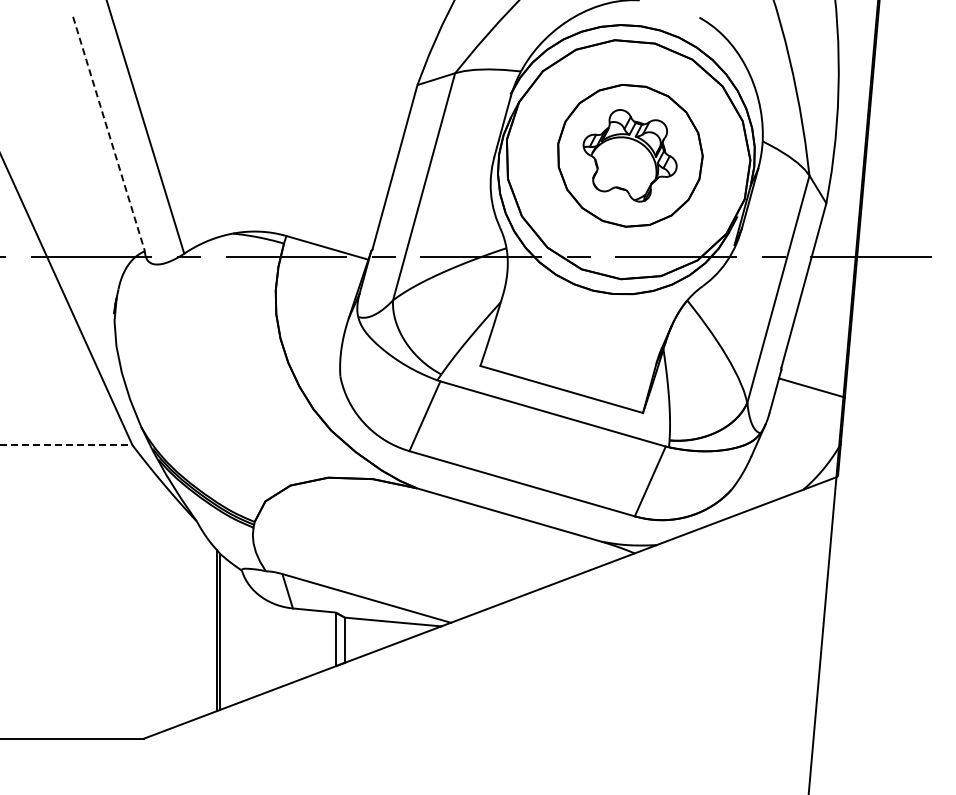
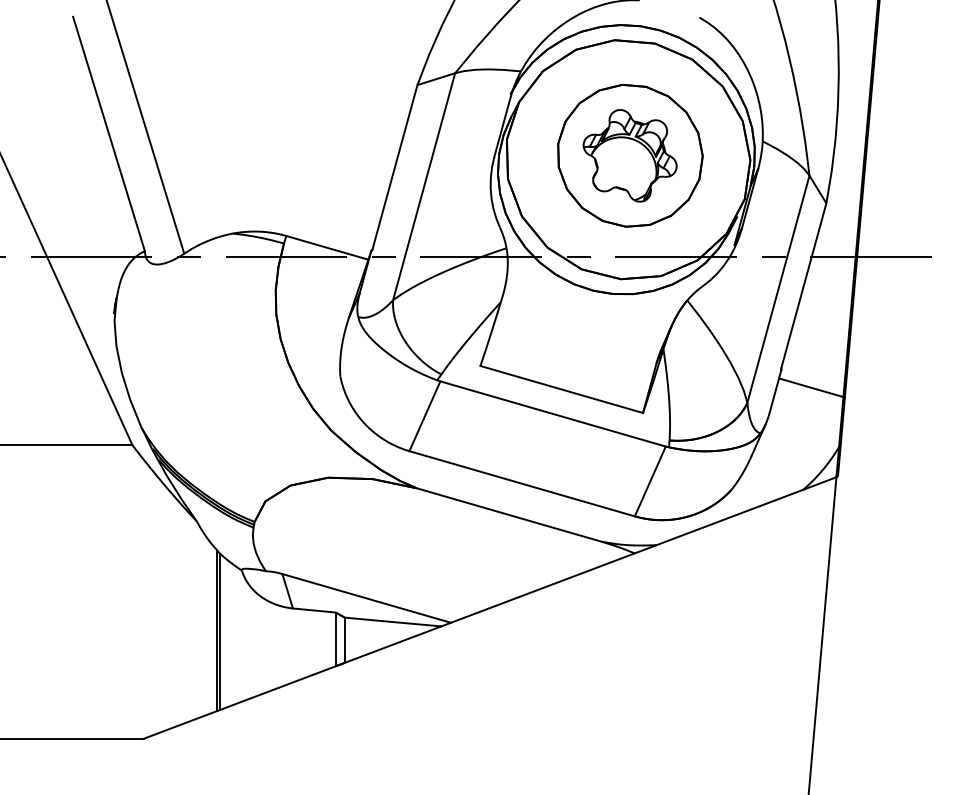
line at (109, 134): dashed -> solid
line at (66, 445): dashed -> solid
